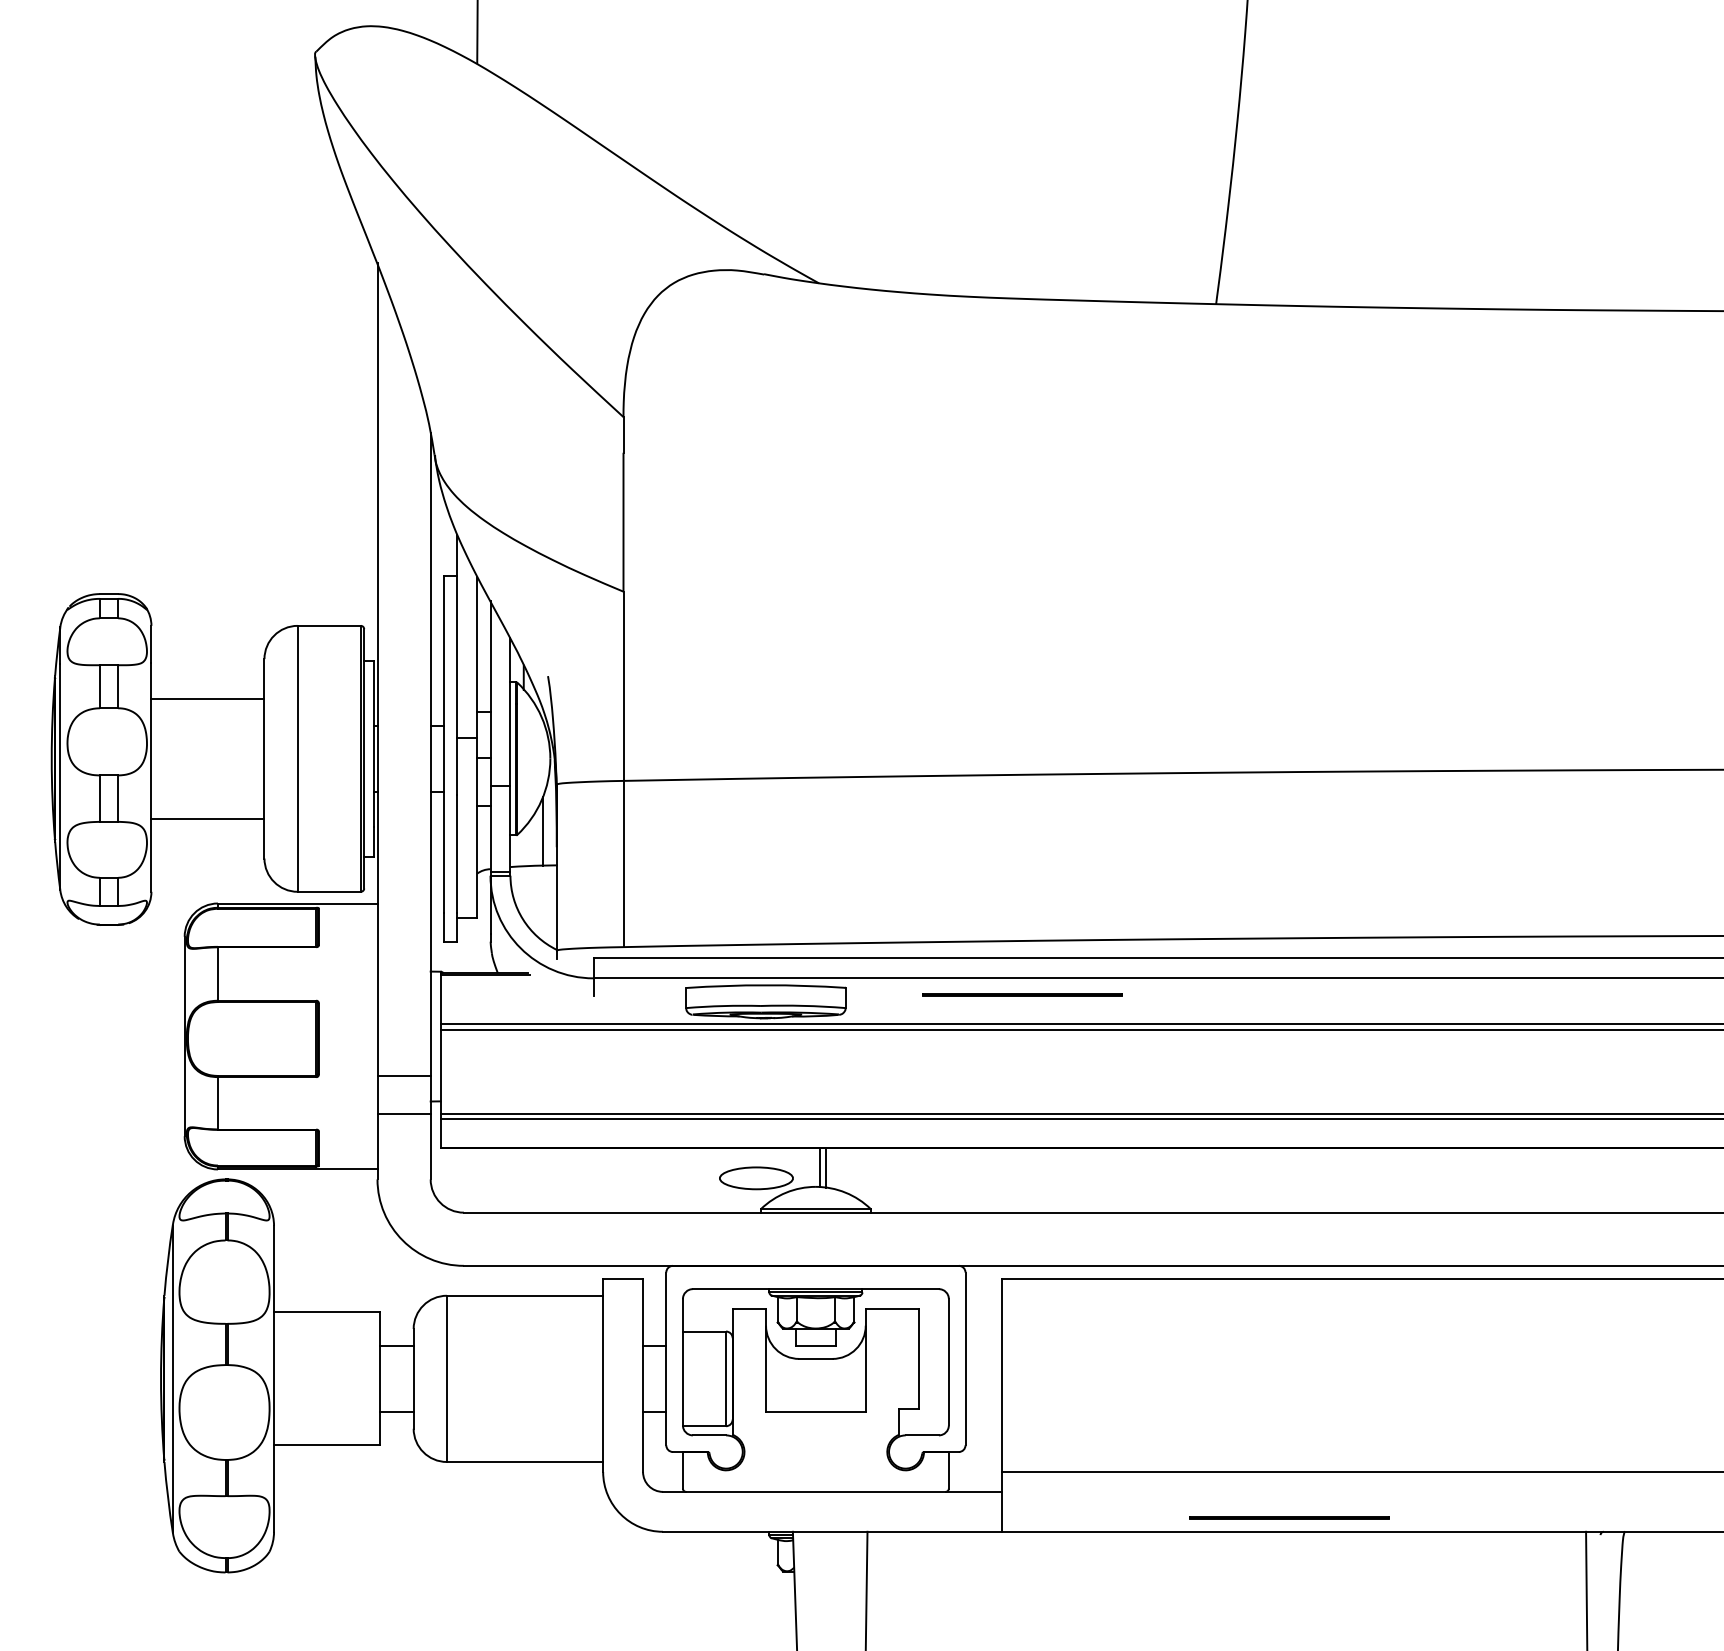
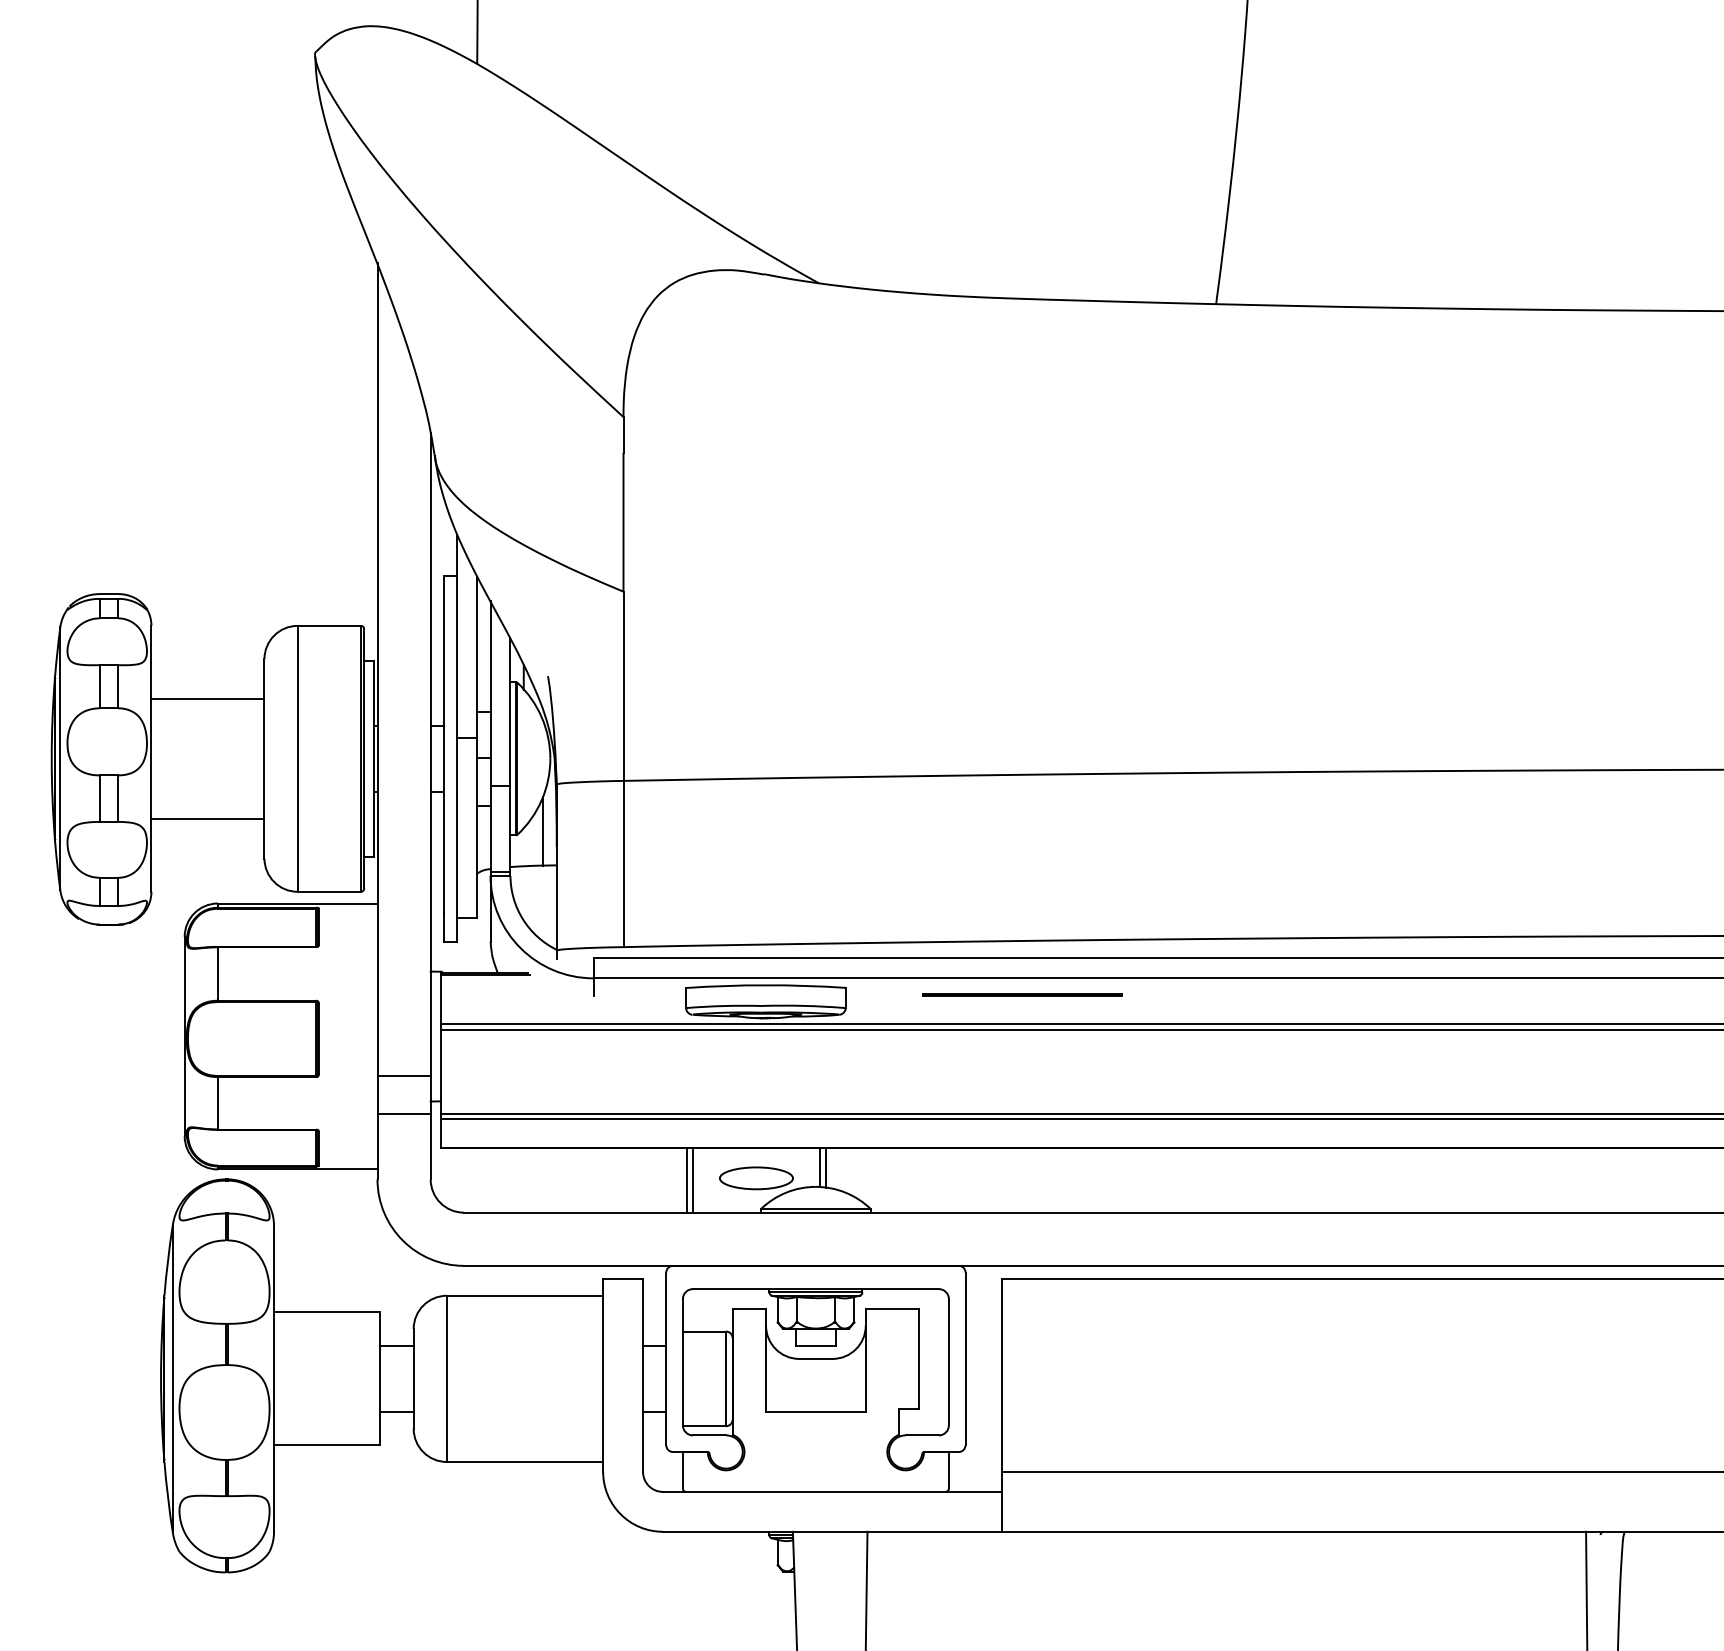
line at (686, 1180): none -> present
line at (693, 1180): none -> present
line at (1289, 1517): present -> none
